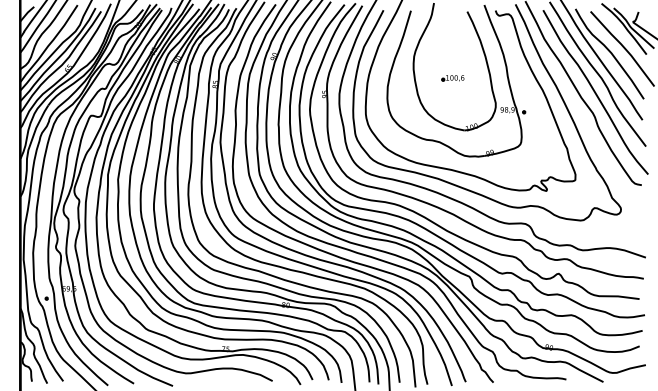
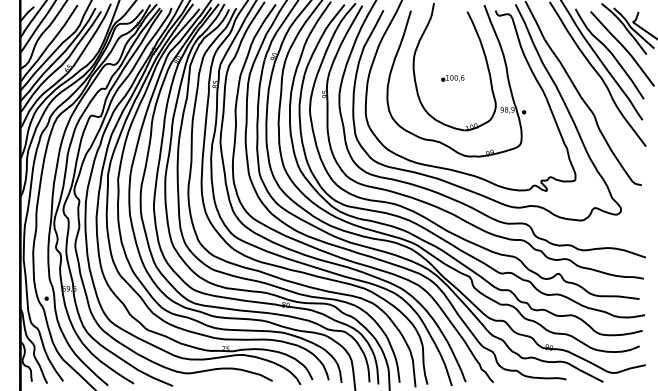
curve at (595, 92): present -> none
